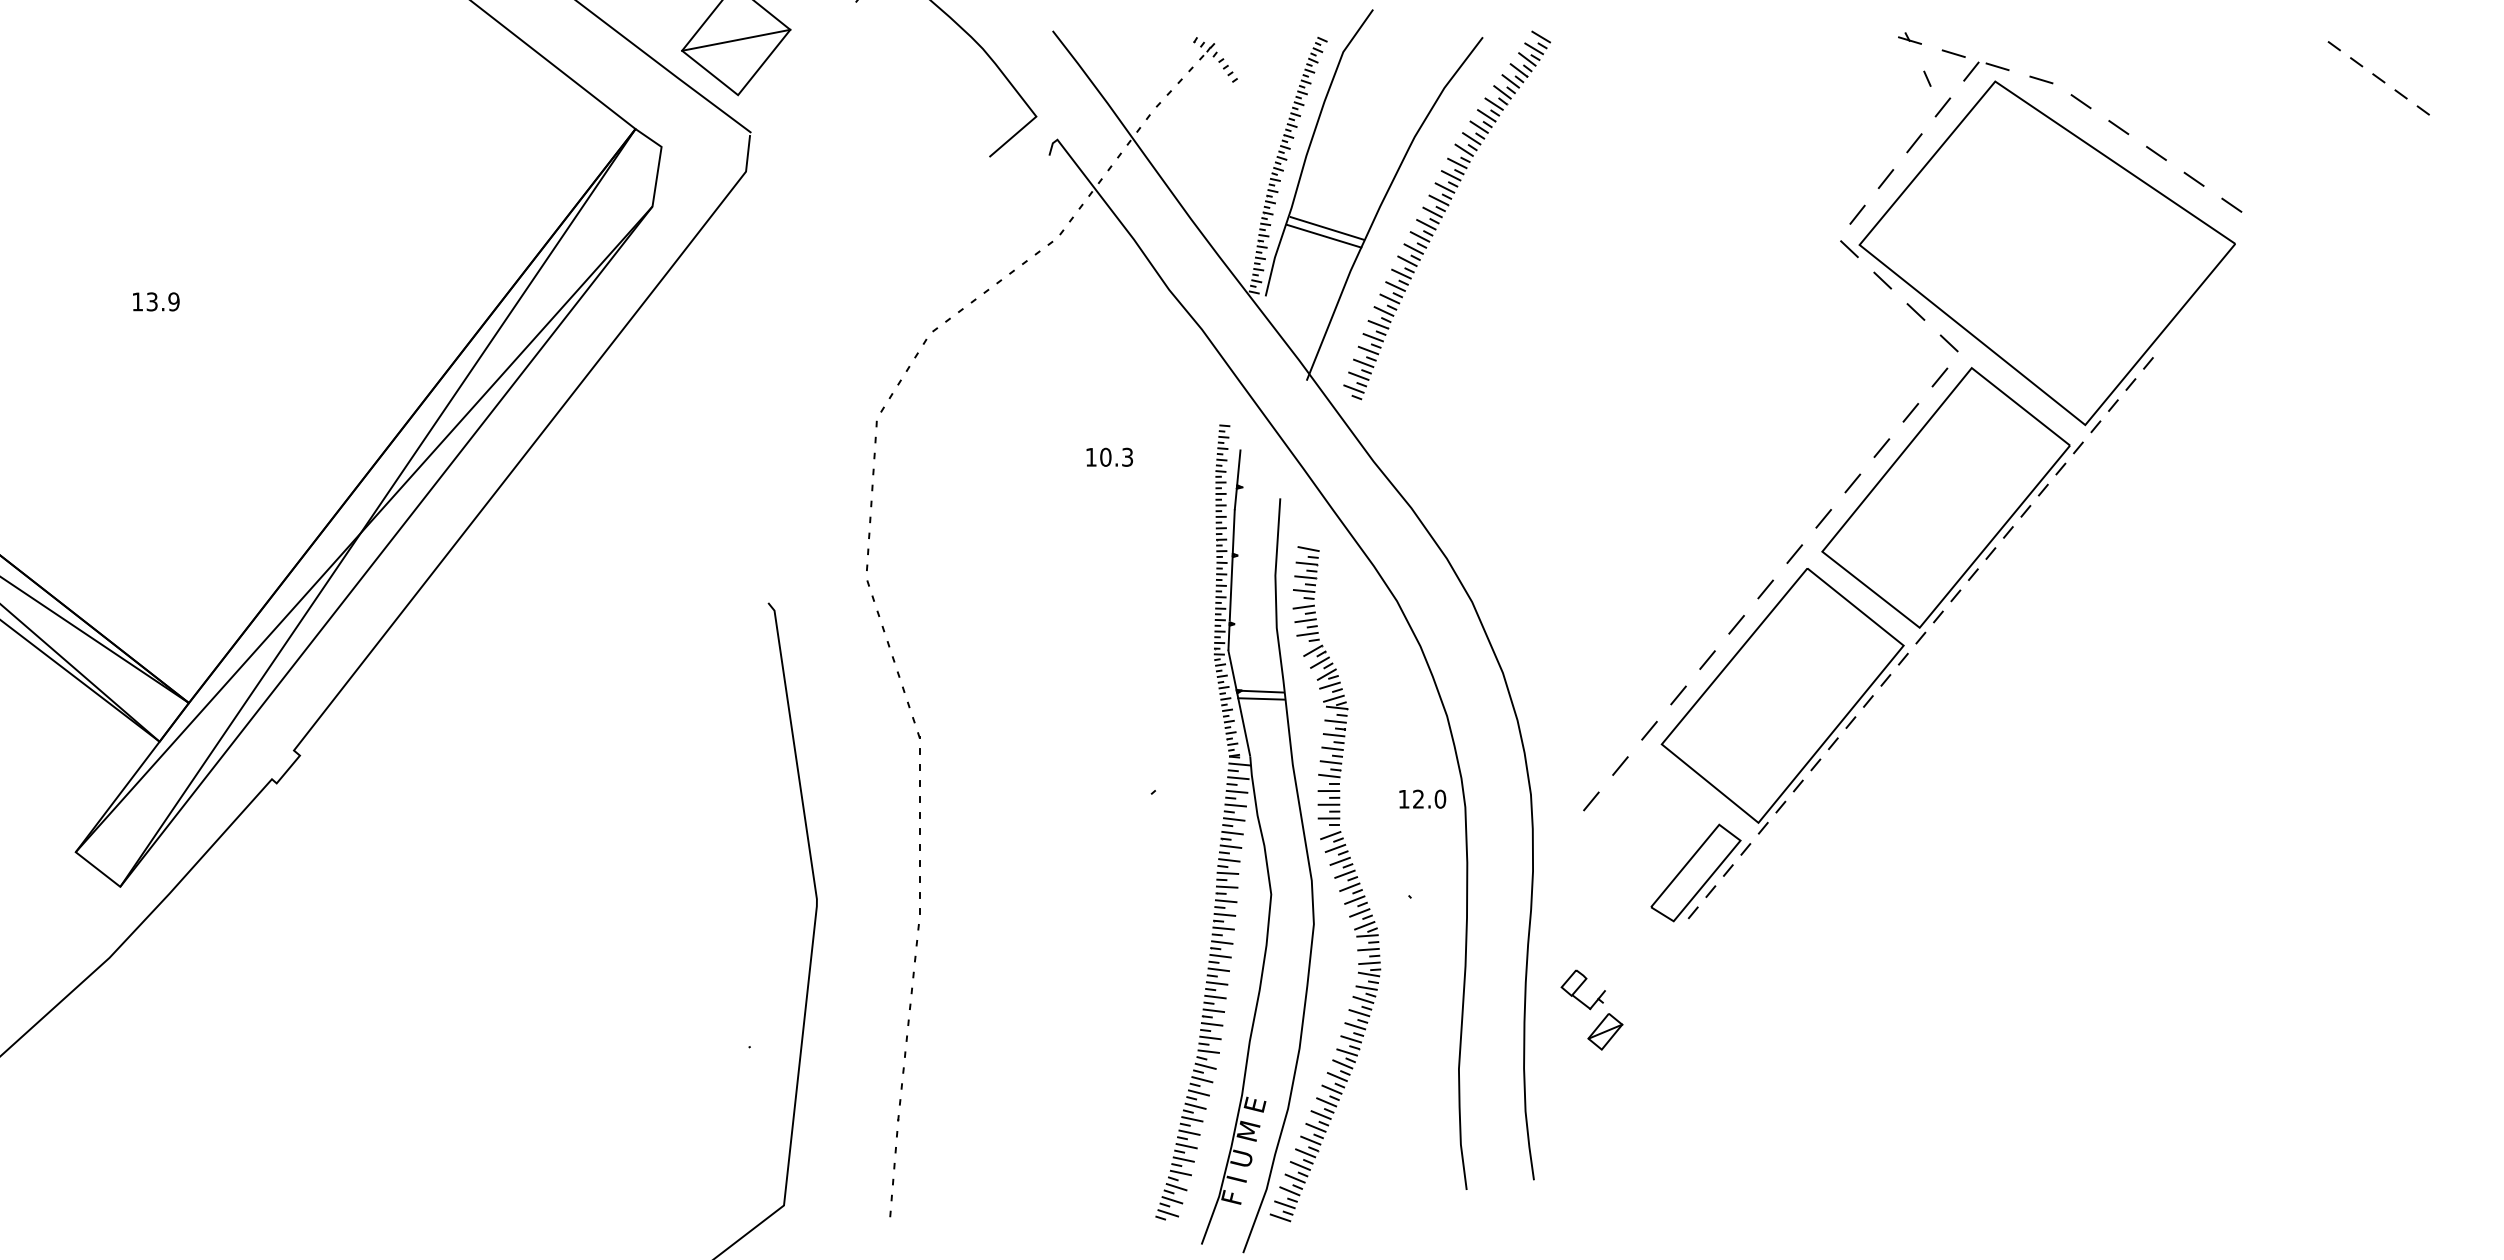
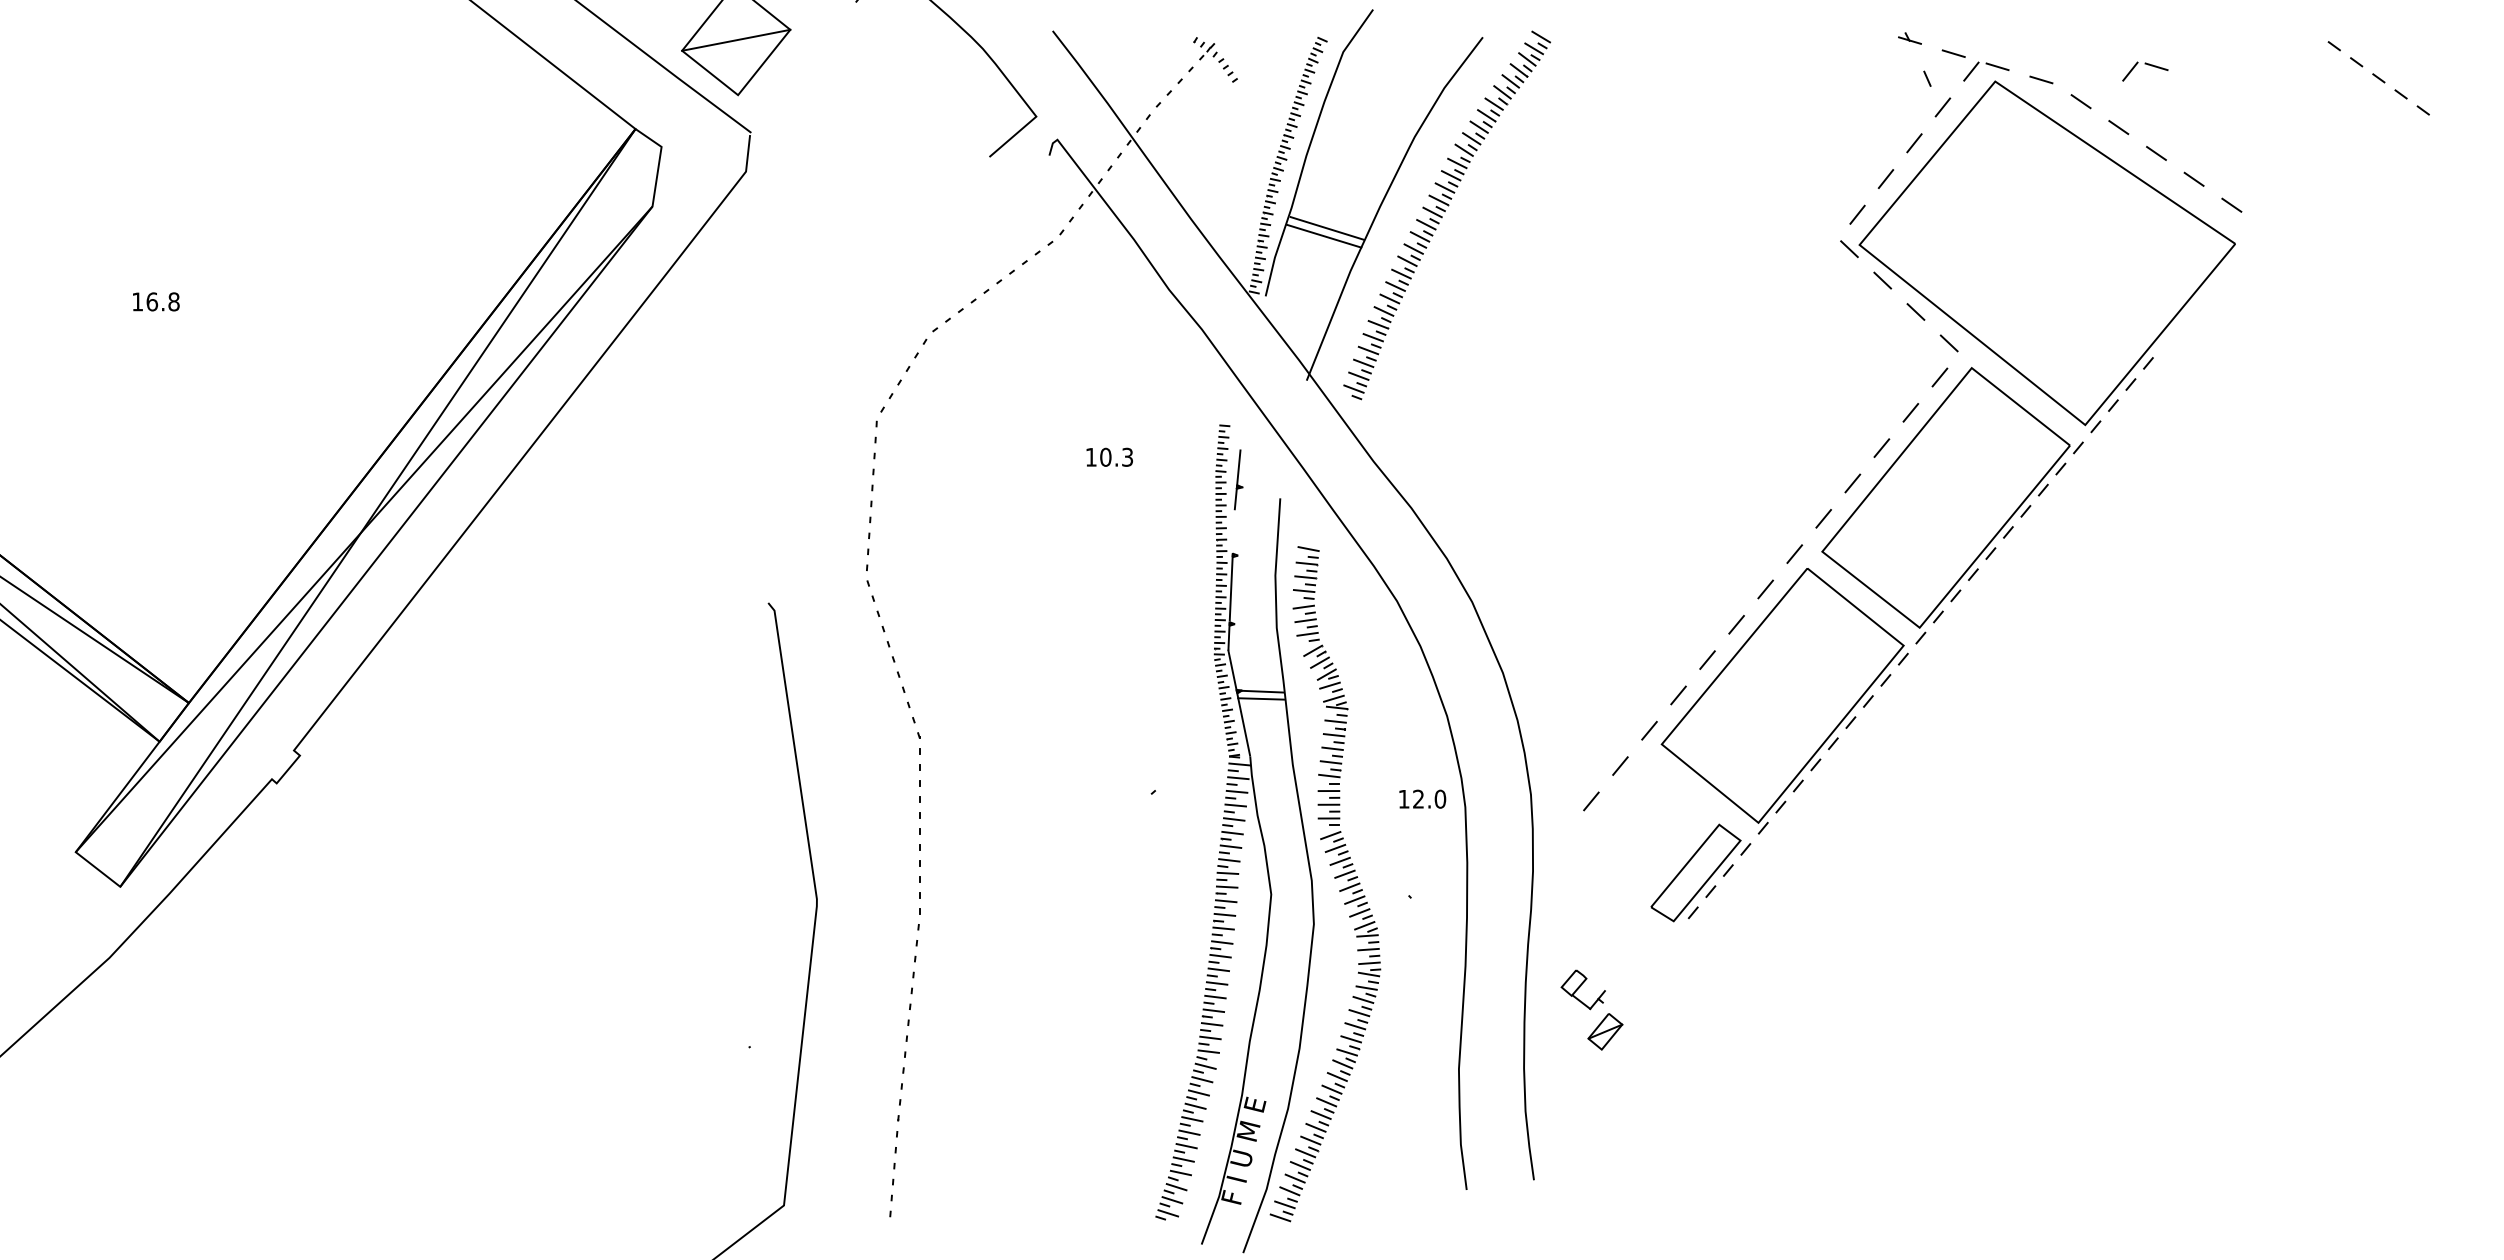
part at (2148, 65): none -> present
text at (162, 301): 13.9 -> 16.8
line at (1233, 531): present -> none
